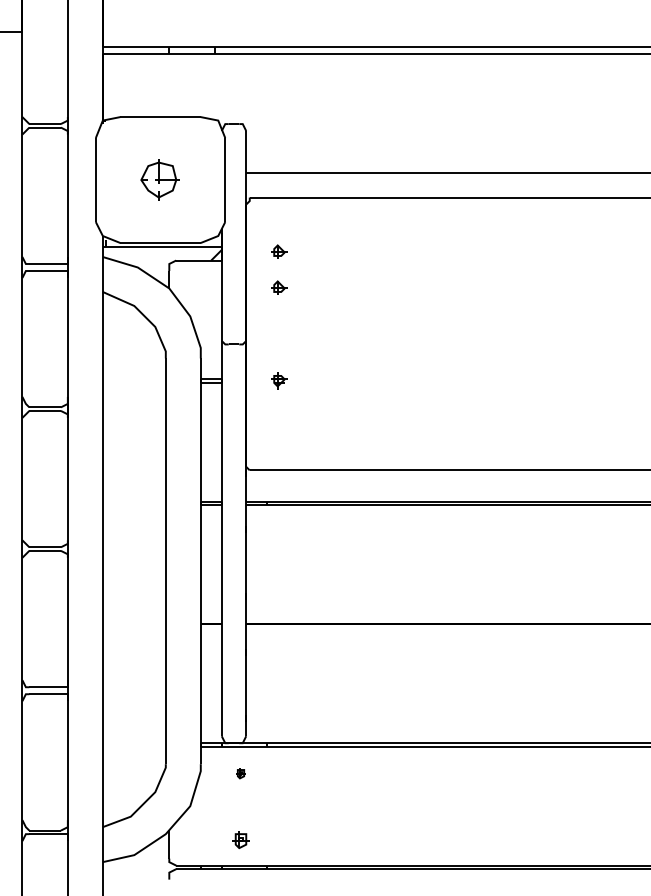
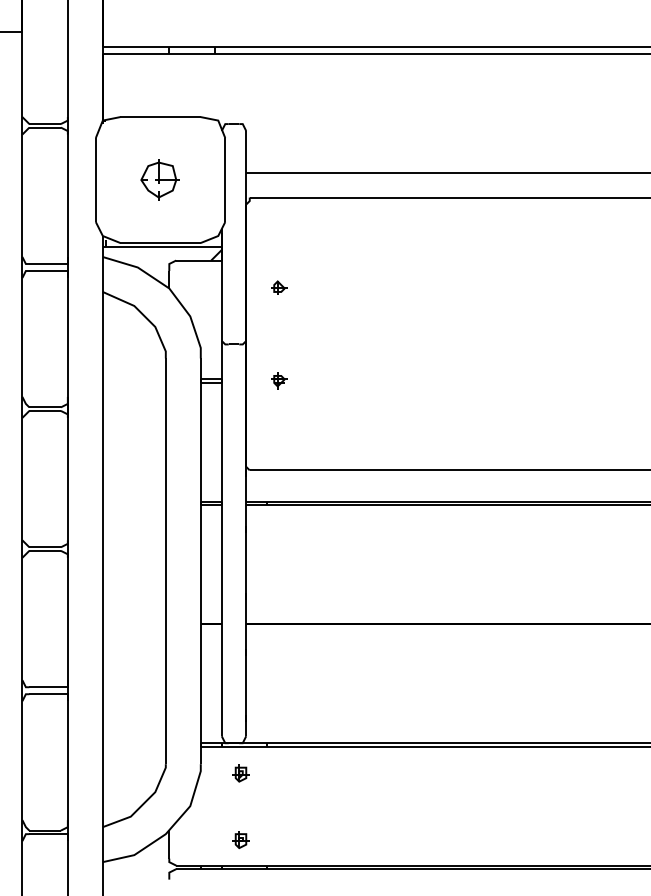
part at (279, 251): present -> none
part at (240, 773) size: 10x12 px -> 18x19 px
